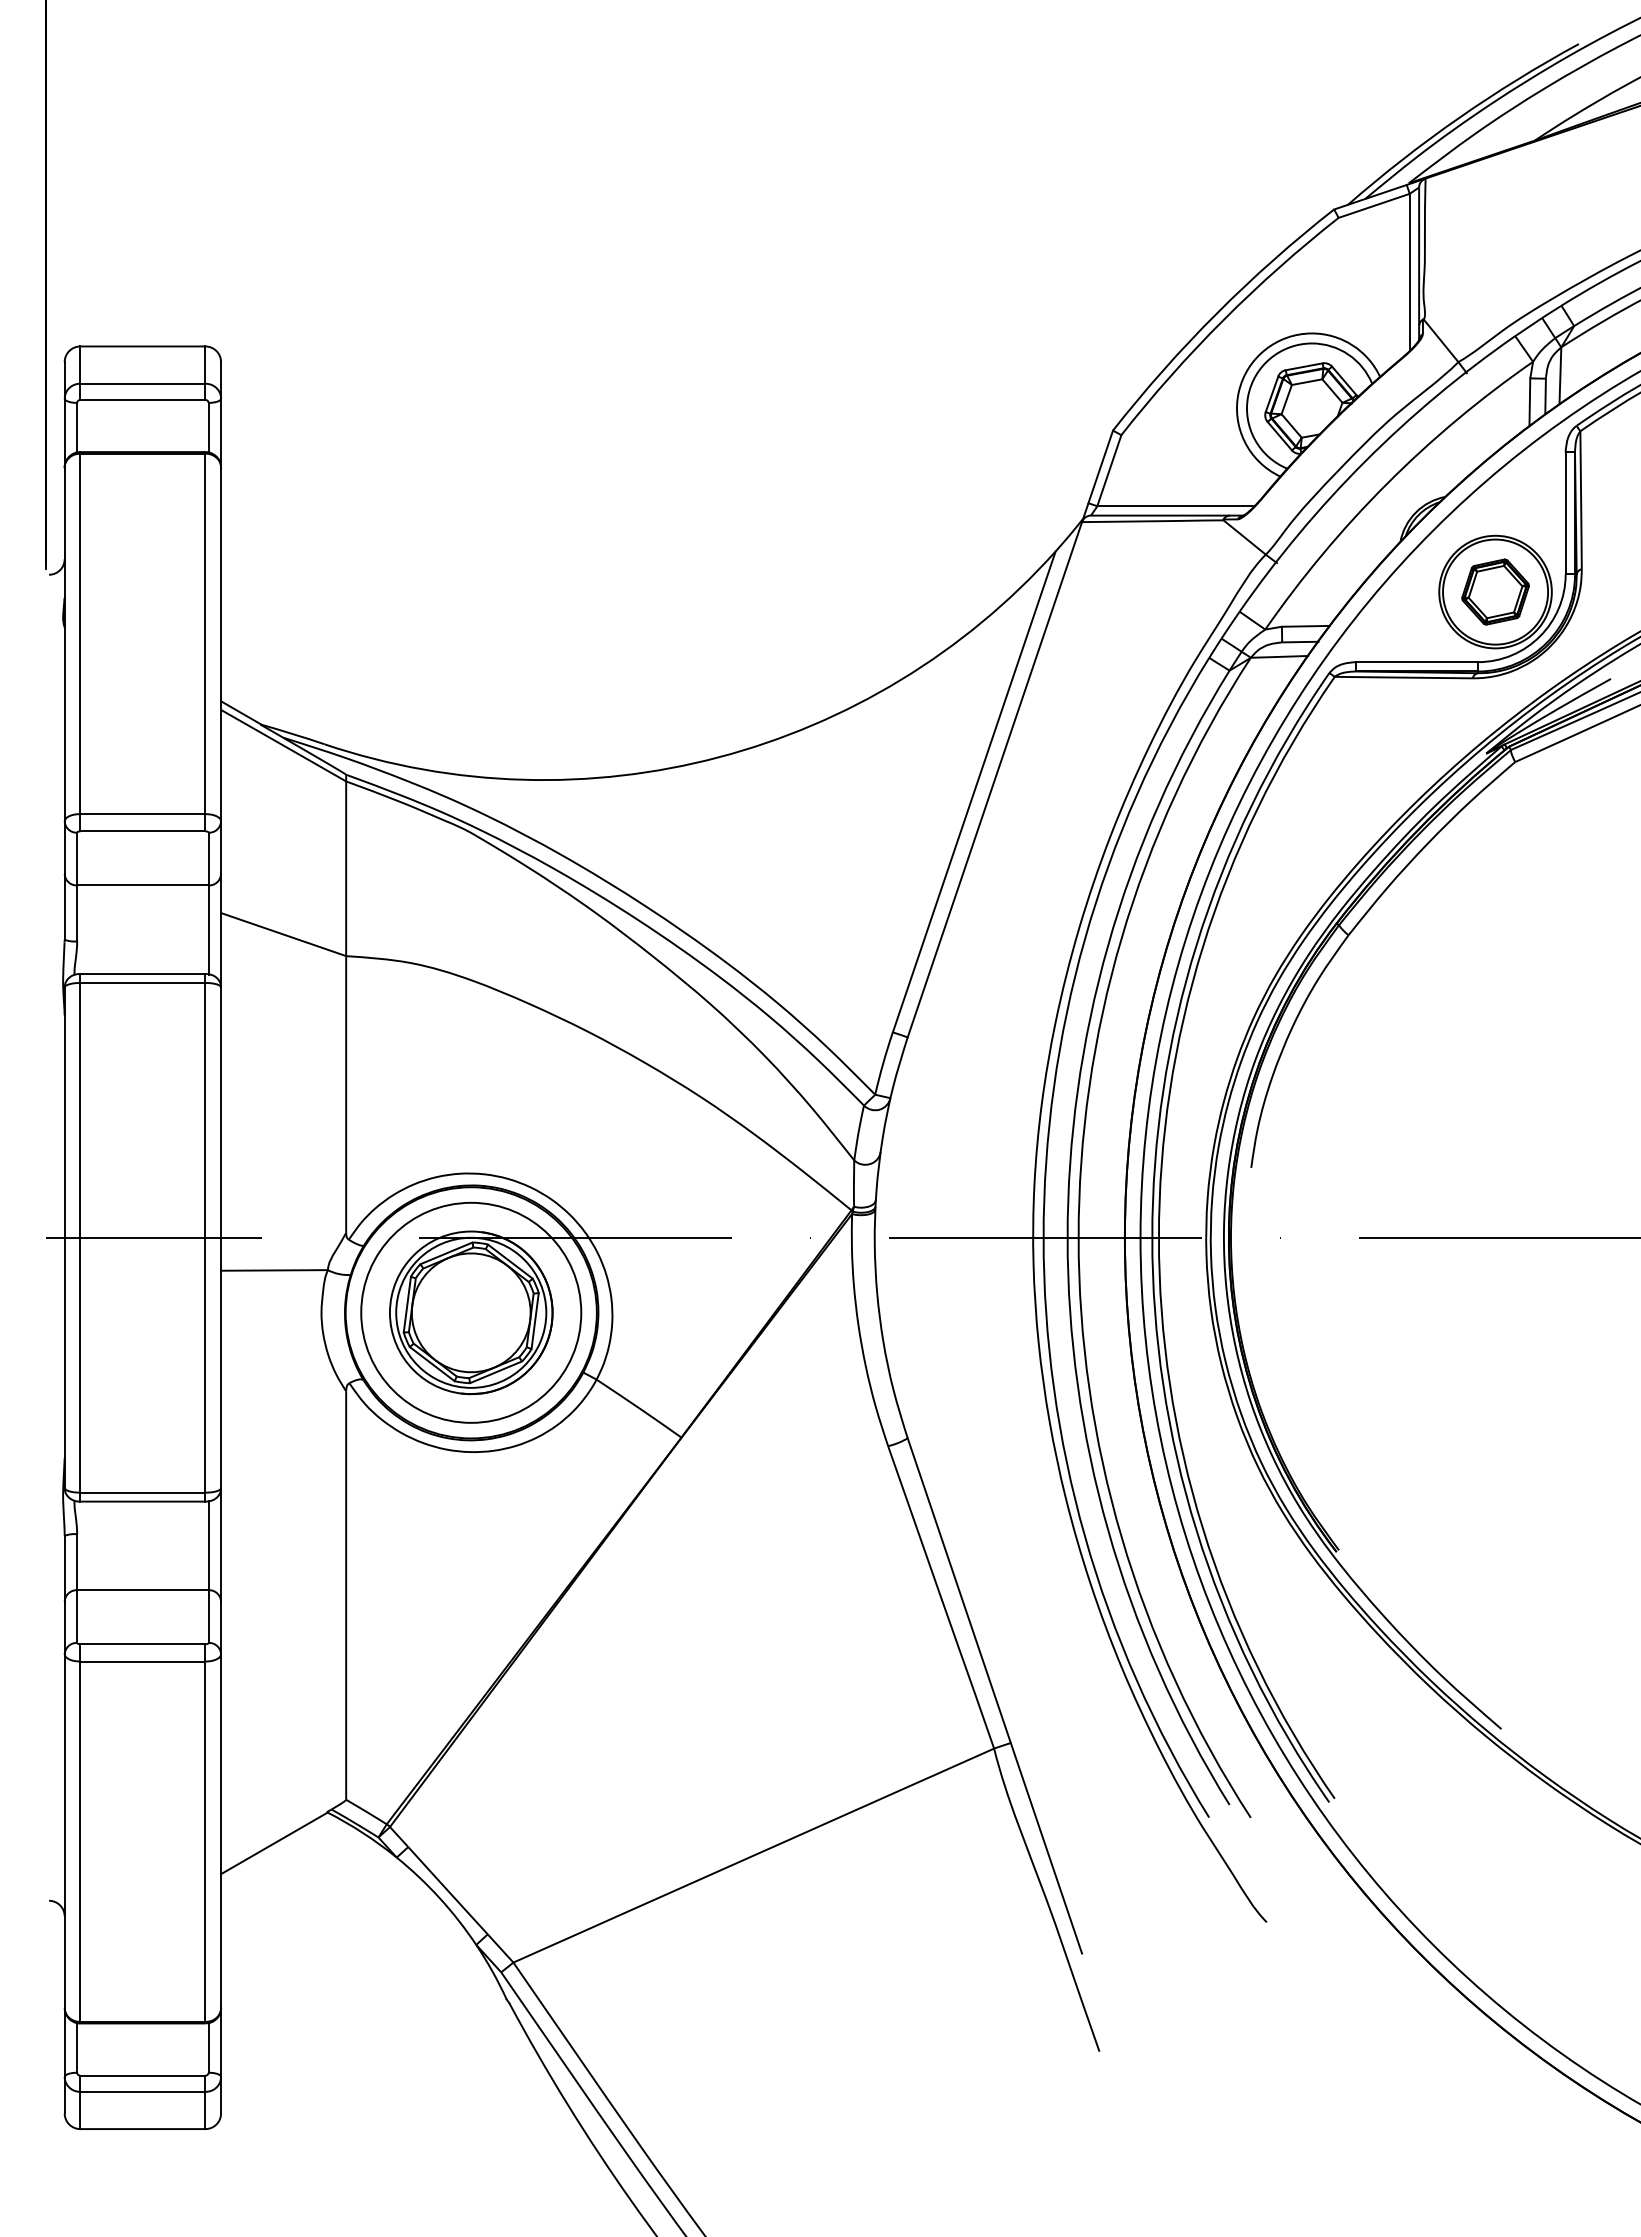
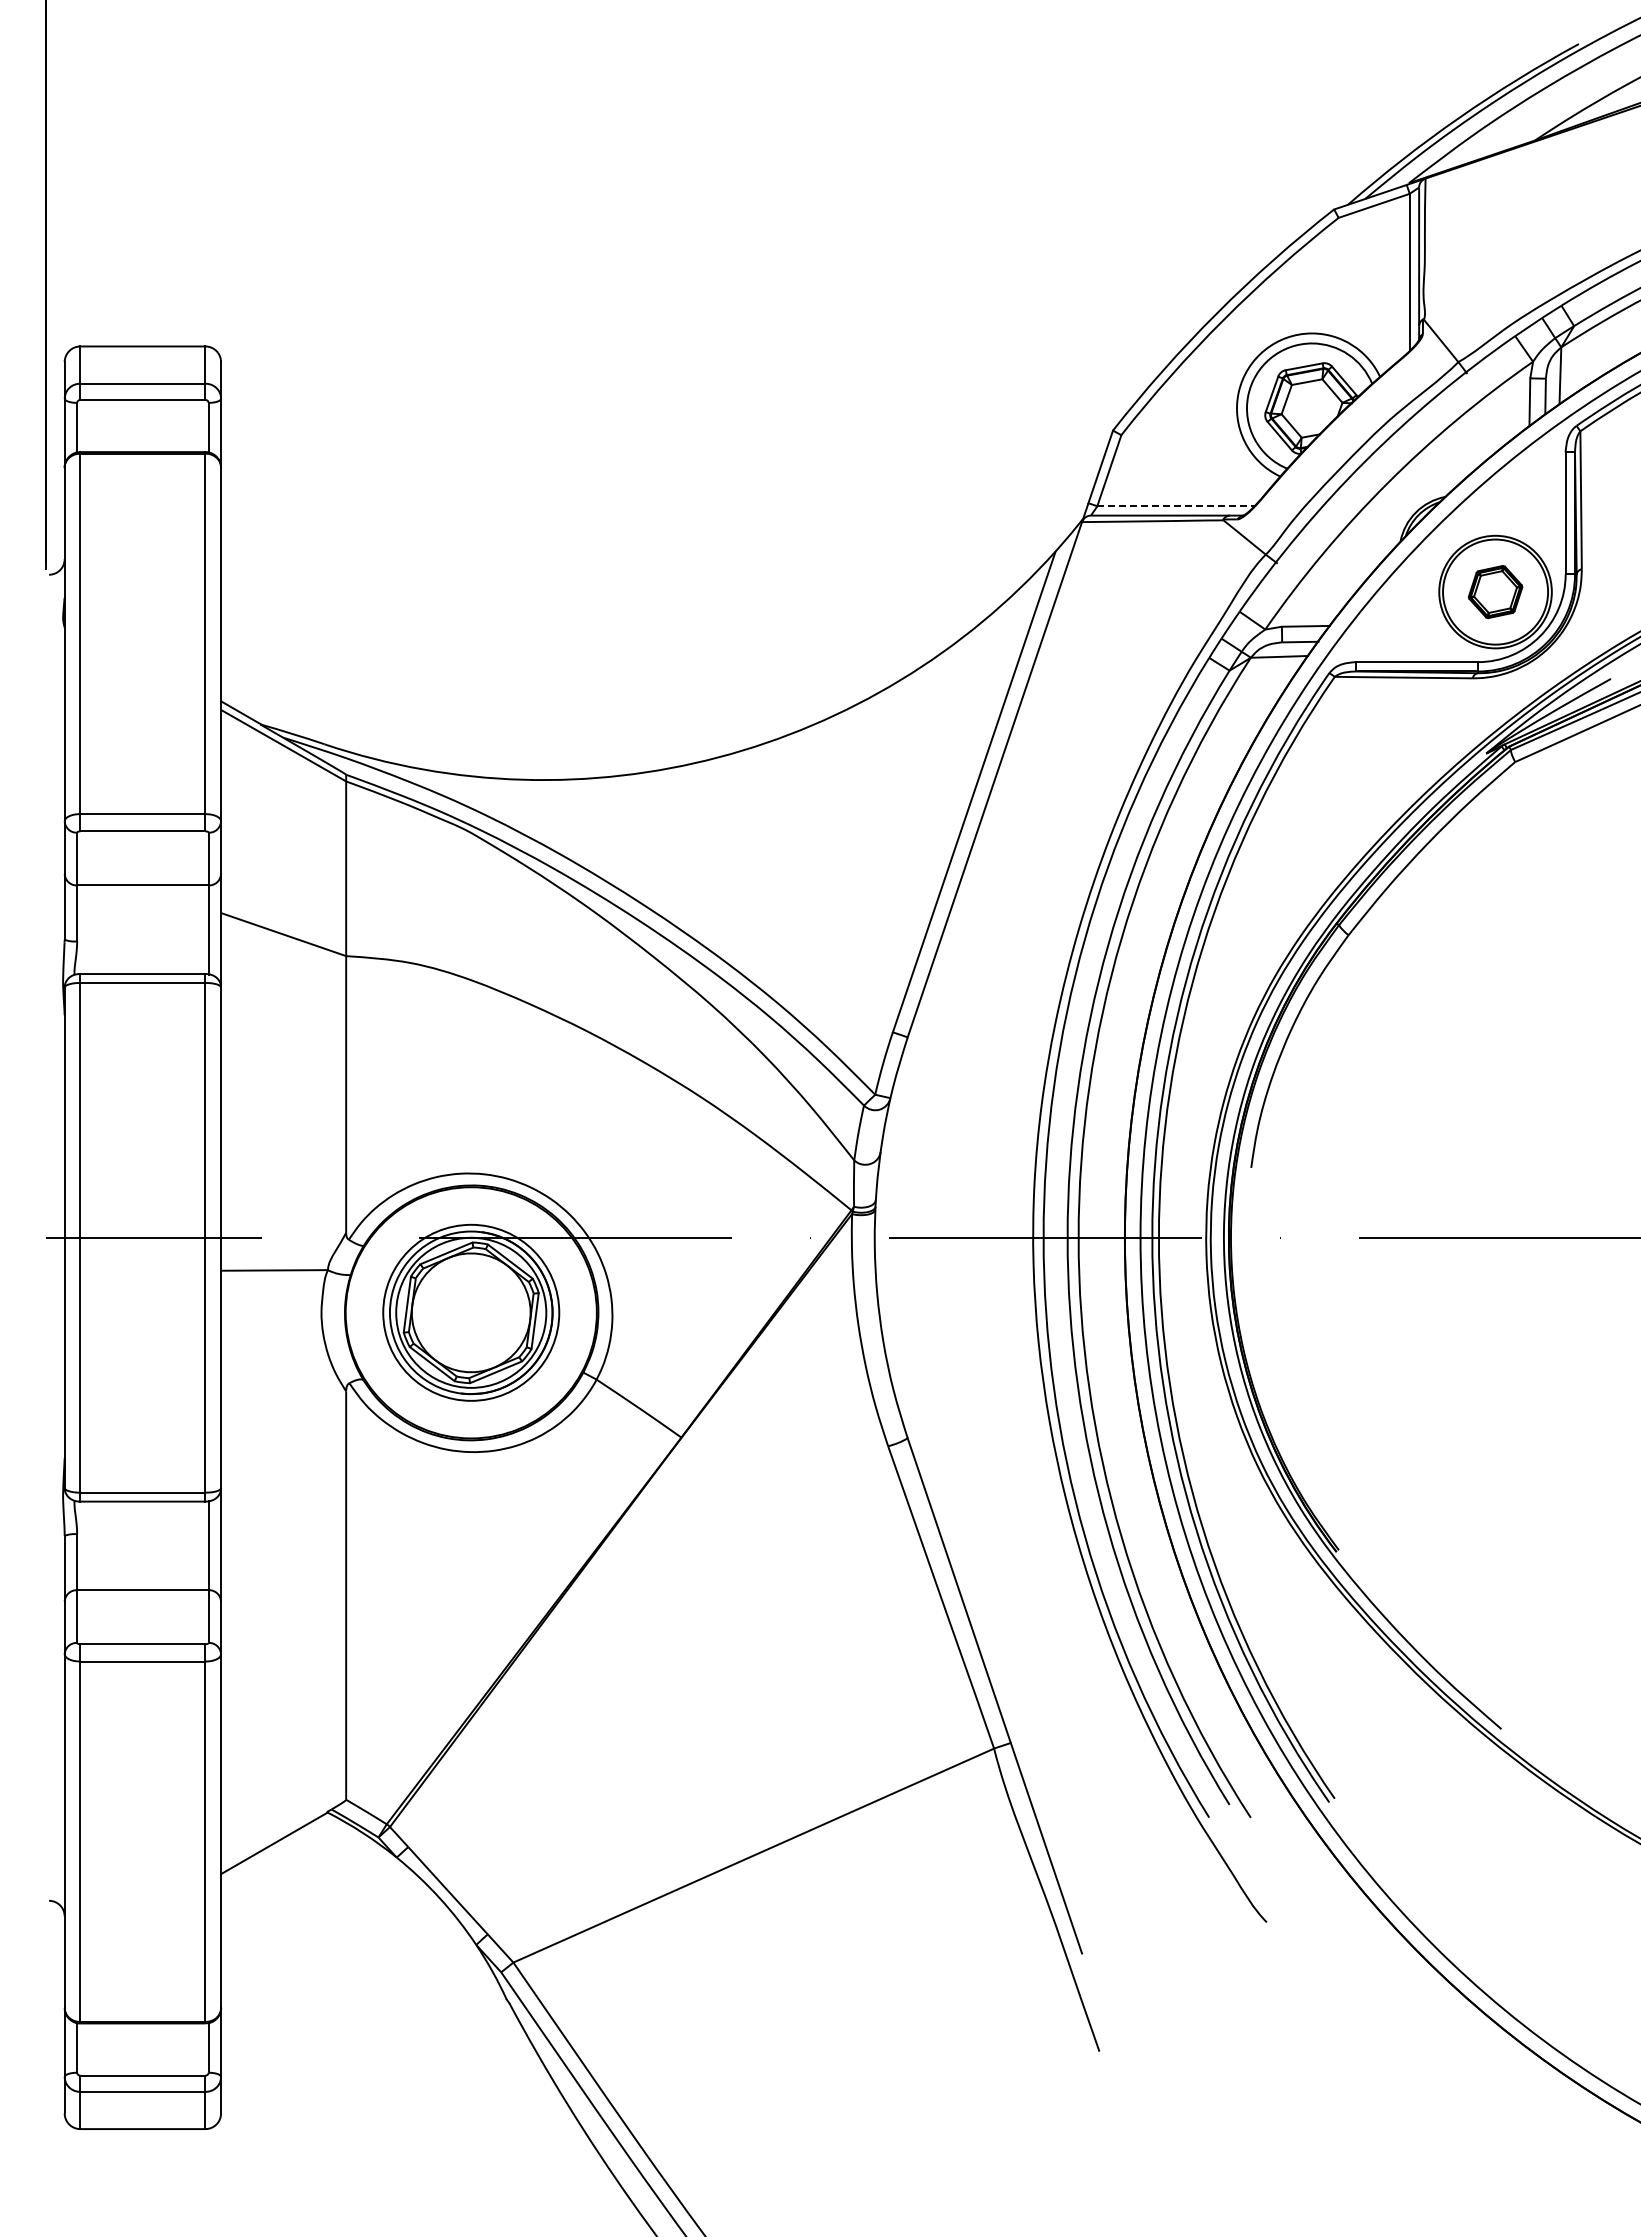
line at (1175, 506): solid -> dashed
part at (1495, 591) size: 69x68 px -> 56x55 px
circle at (471, 1312) diameter: 220 px -> 176 px
